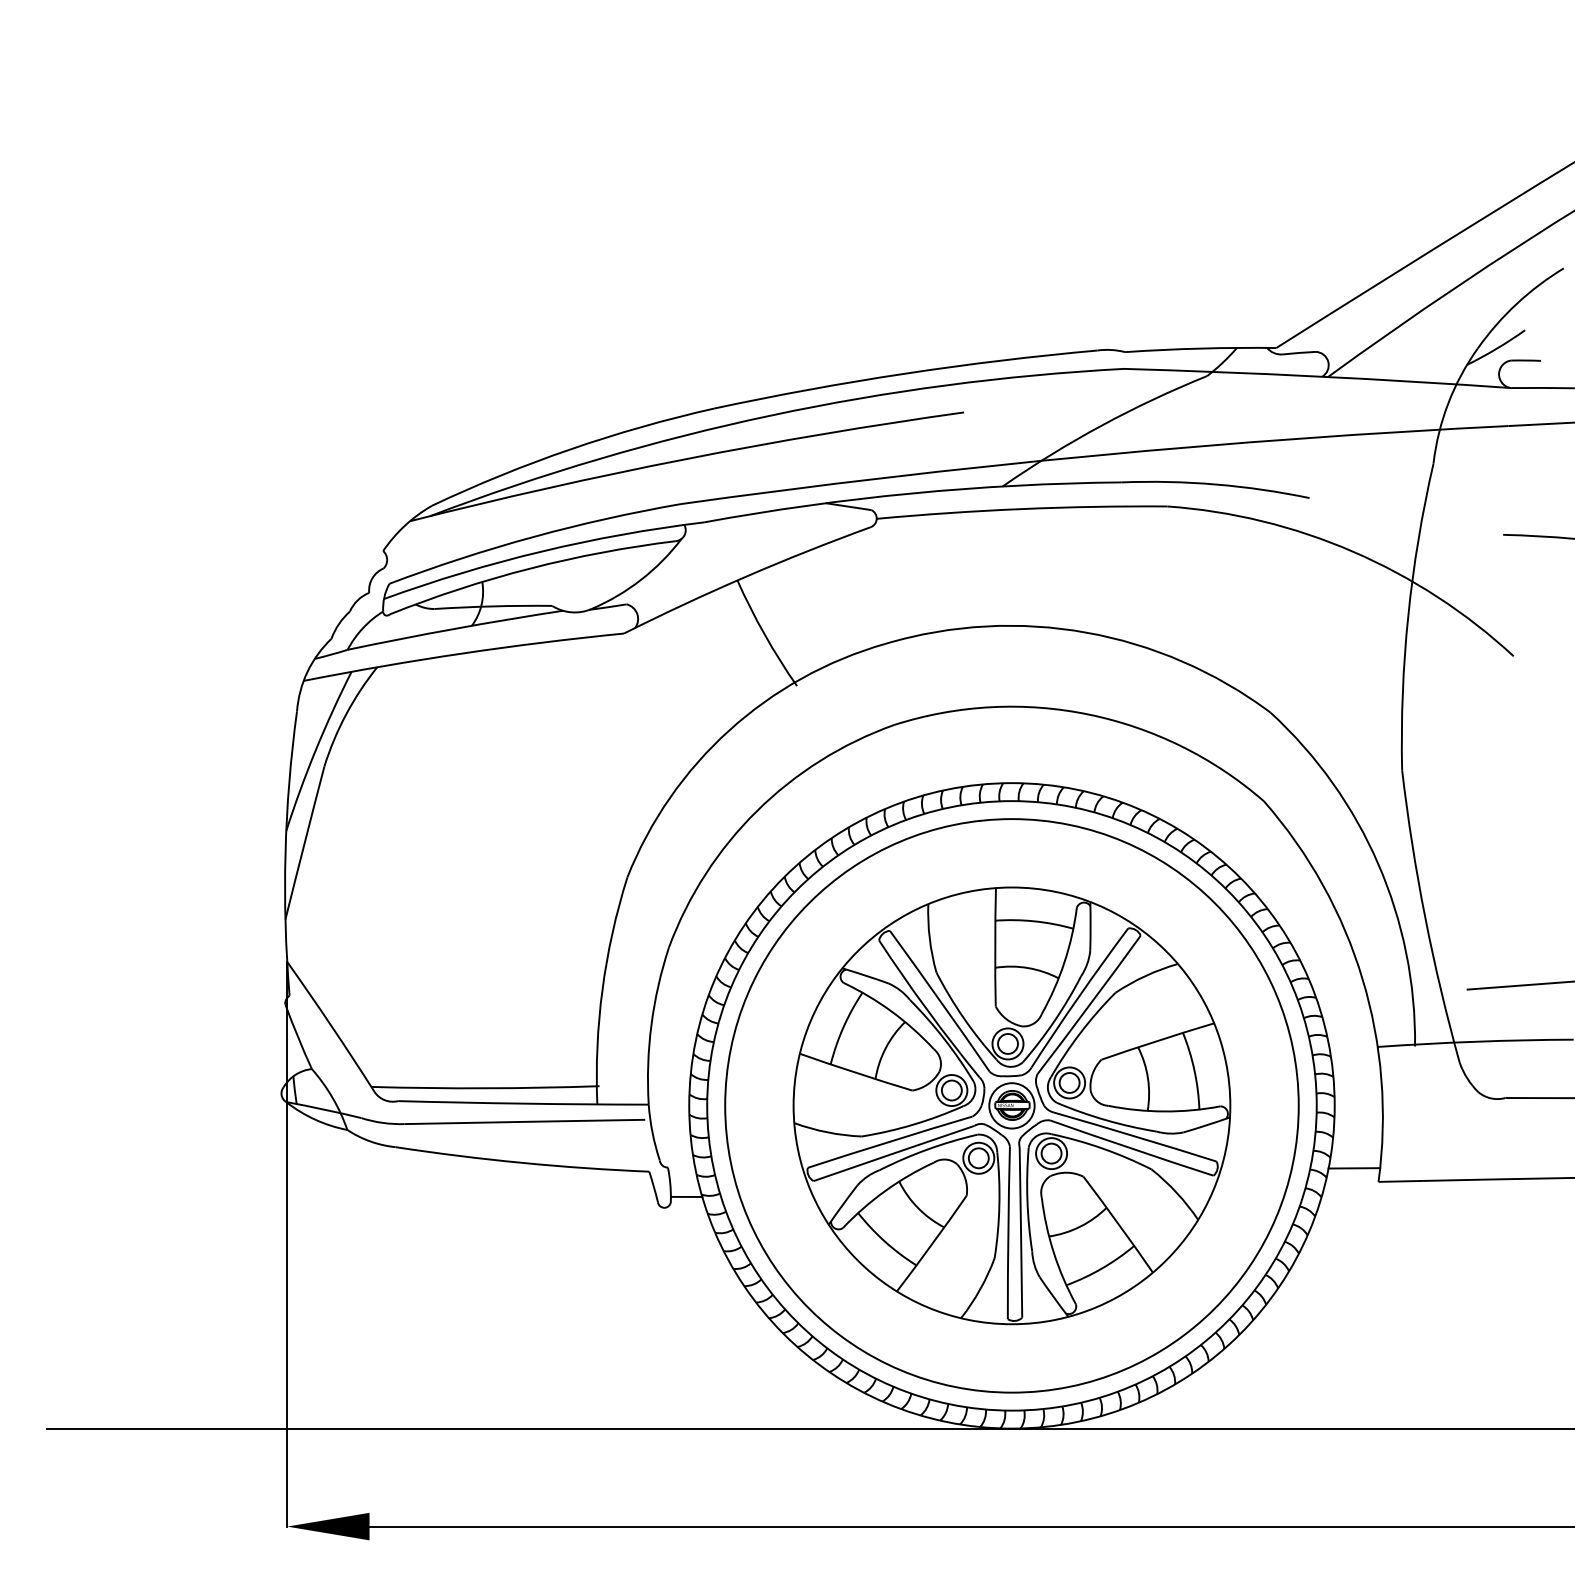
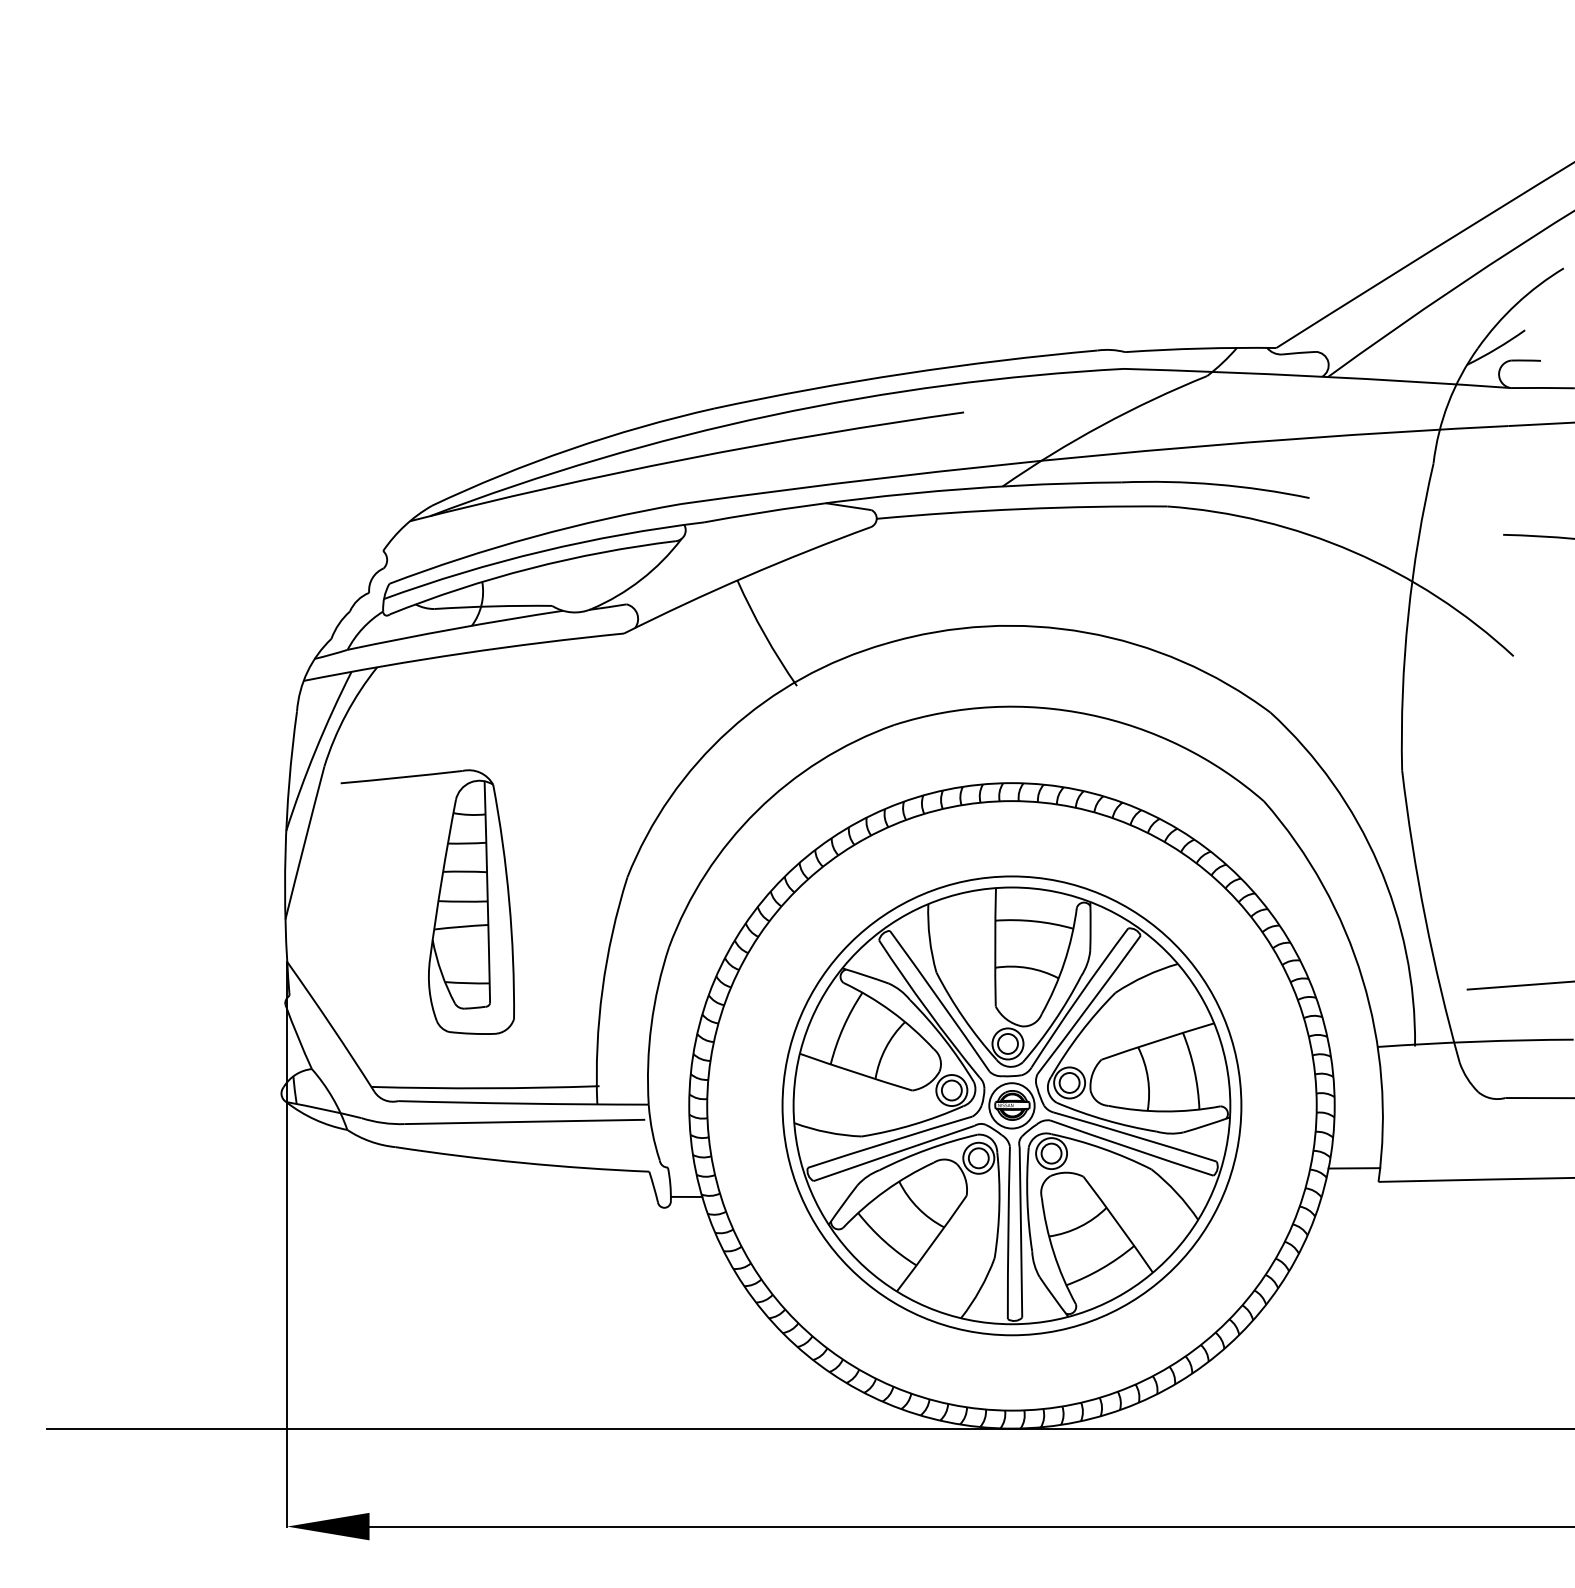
part at (436, 905): none -> present
circle at (1011, 1105) diameter: 574 px -> 459 px
